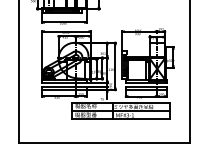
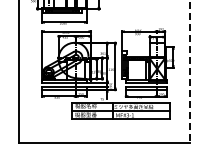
line at (190, 72): solid -> dashed
